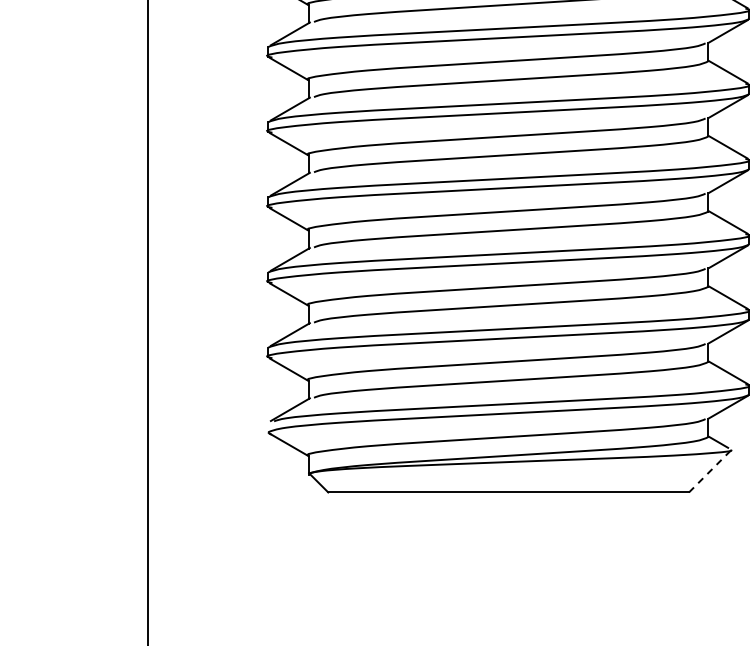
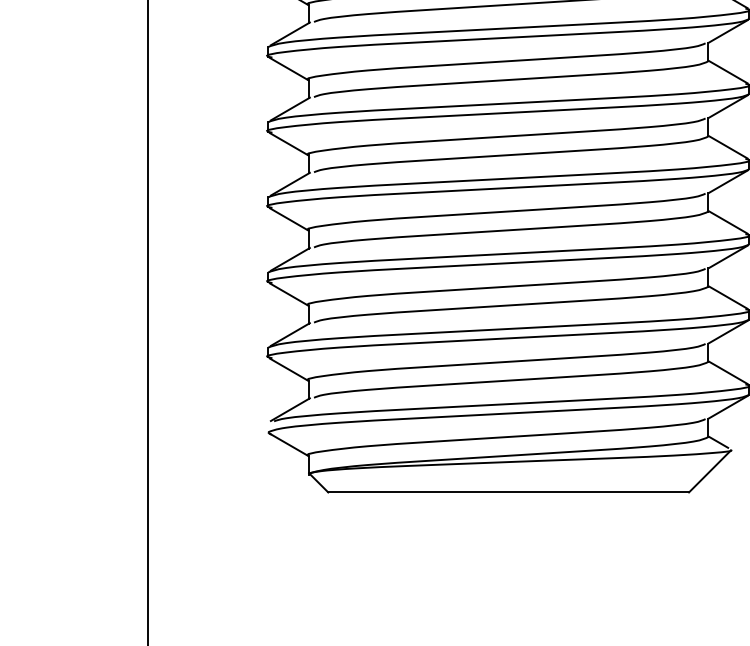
line at (709, 471): dashed -> solid
